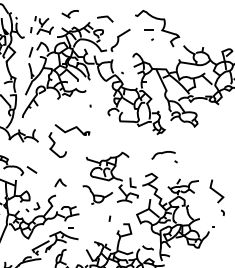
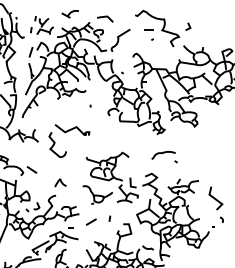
line at (188, 26): none -> present
part at (216, 197) position: (216, 197) -> (215, 204)
line at (90, 221): none -> present
